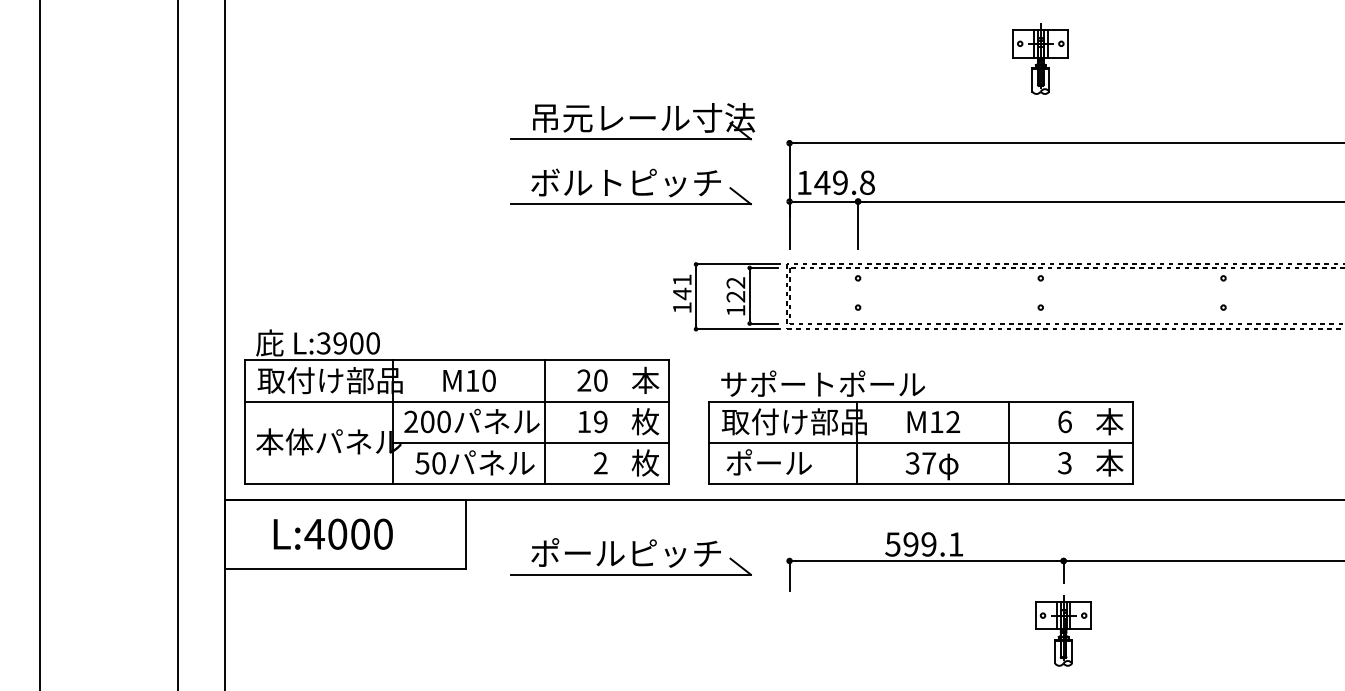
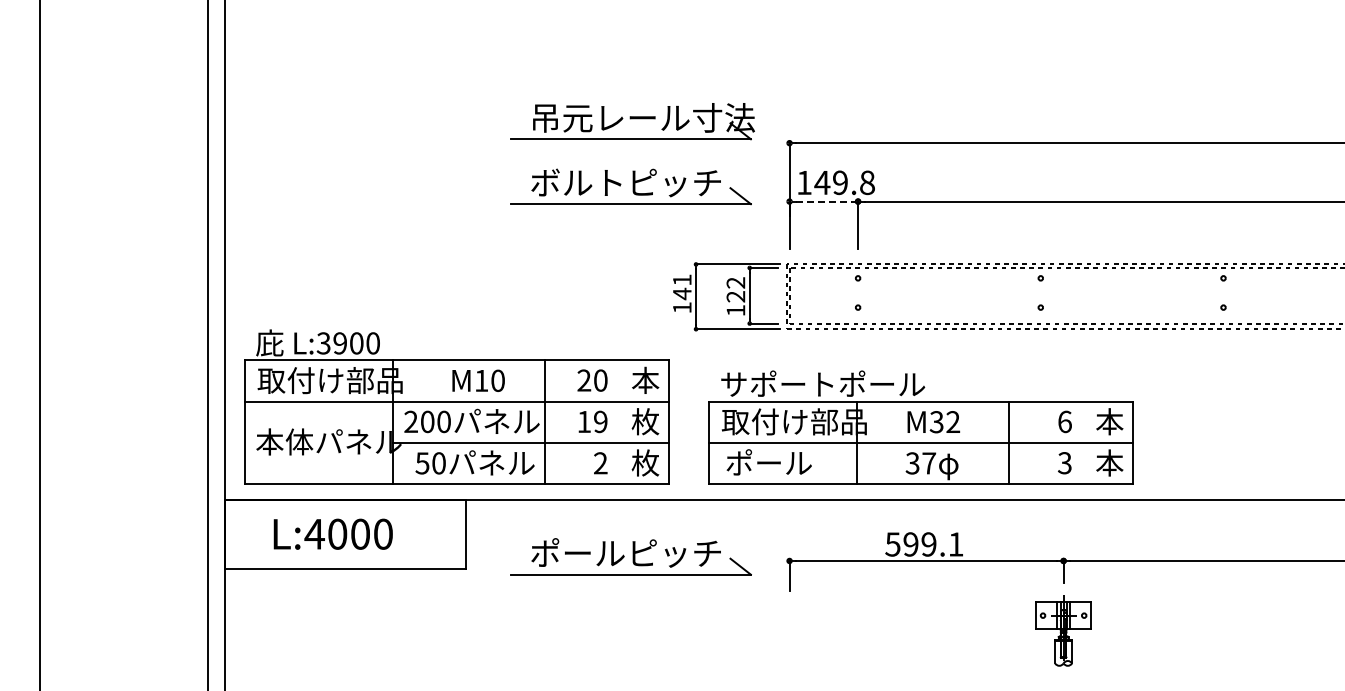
part at (1040, 58): present -> none
line at (823, 201): solid -> dashed
line at (177, 344) position: (177, 344) -> (207, 344)
text at (469, 380) position: (469, 380) -> (478, 380)
text at (936, 422): M12 -> M32
